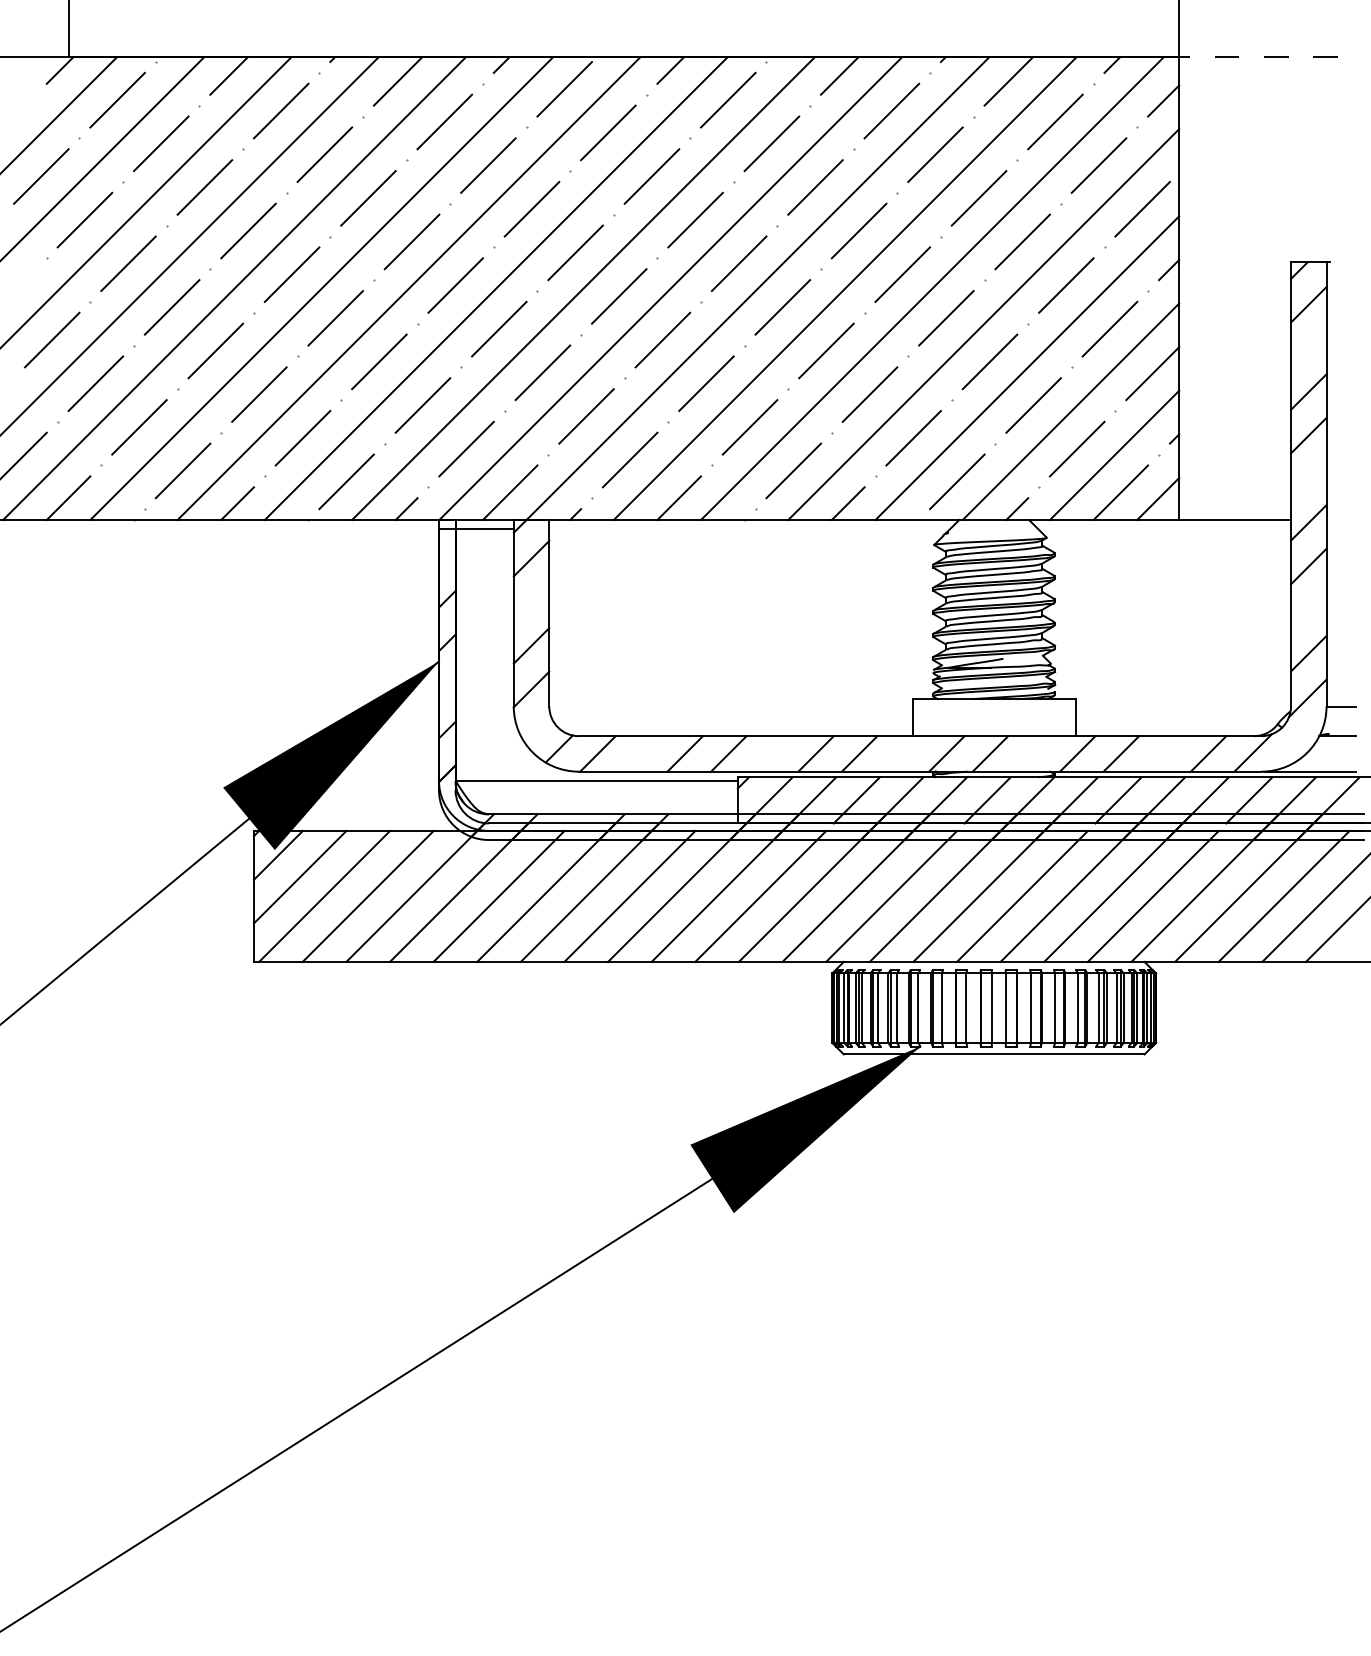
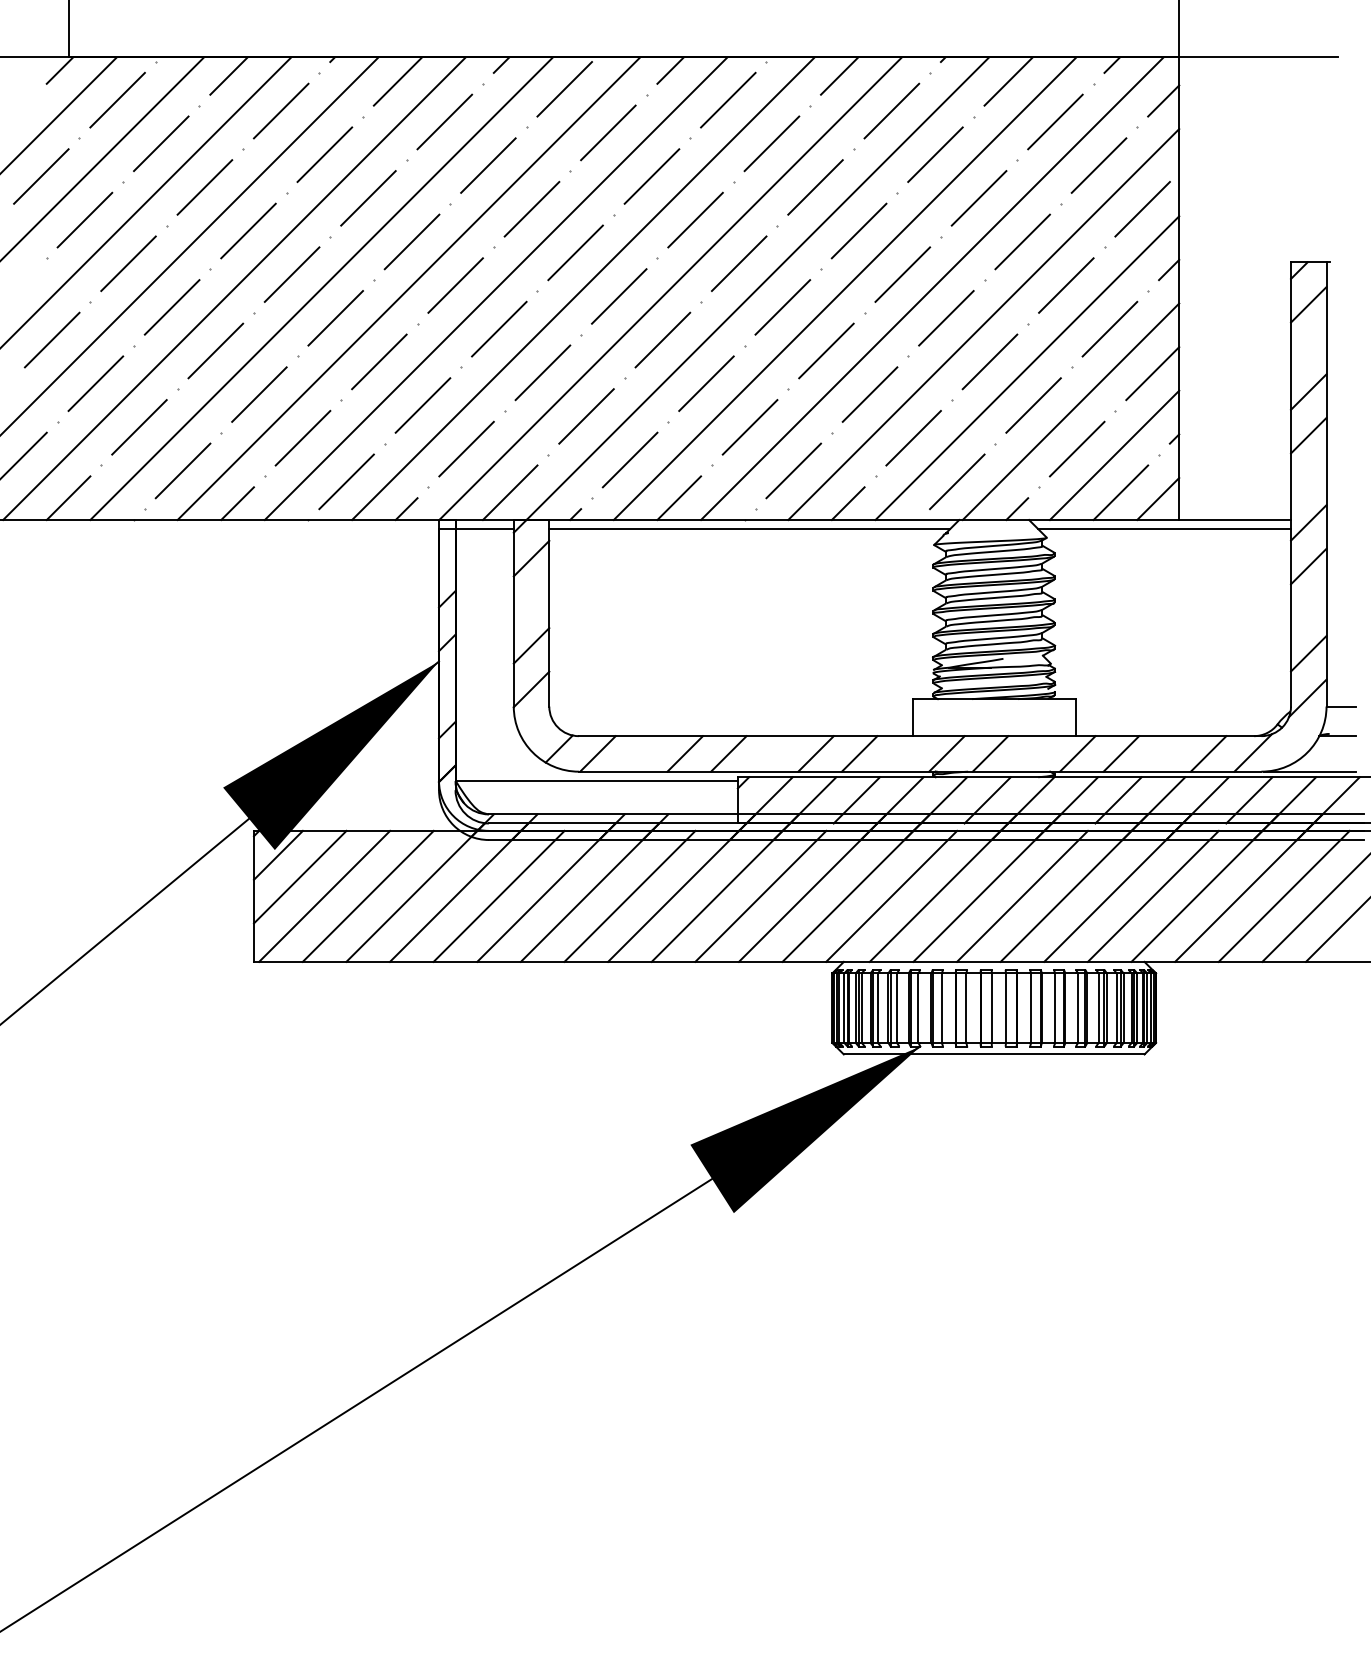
line at (1258, 57): dashed -> solid
line at (749, 529): none -> present
line at (1164, 529): none -> present
